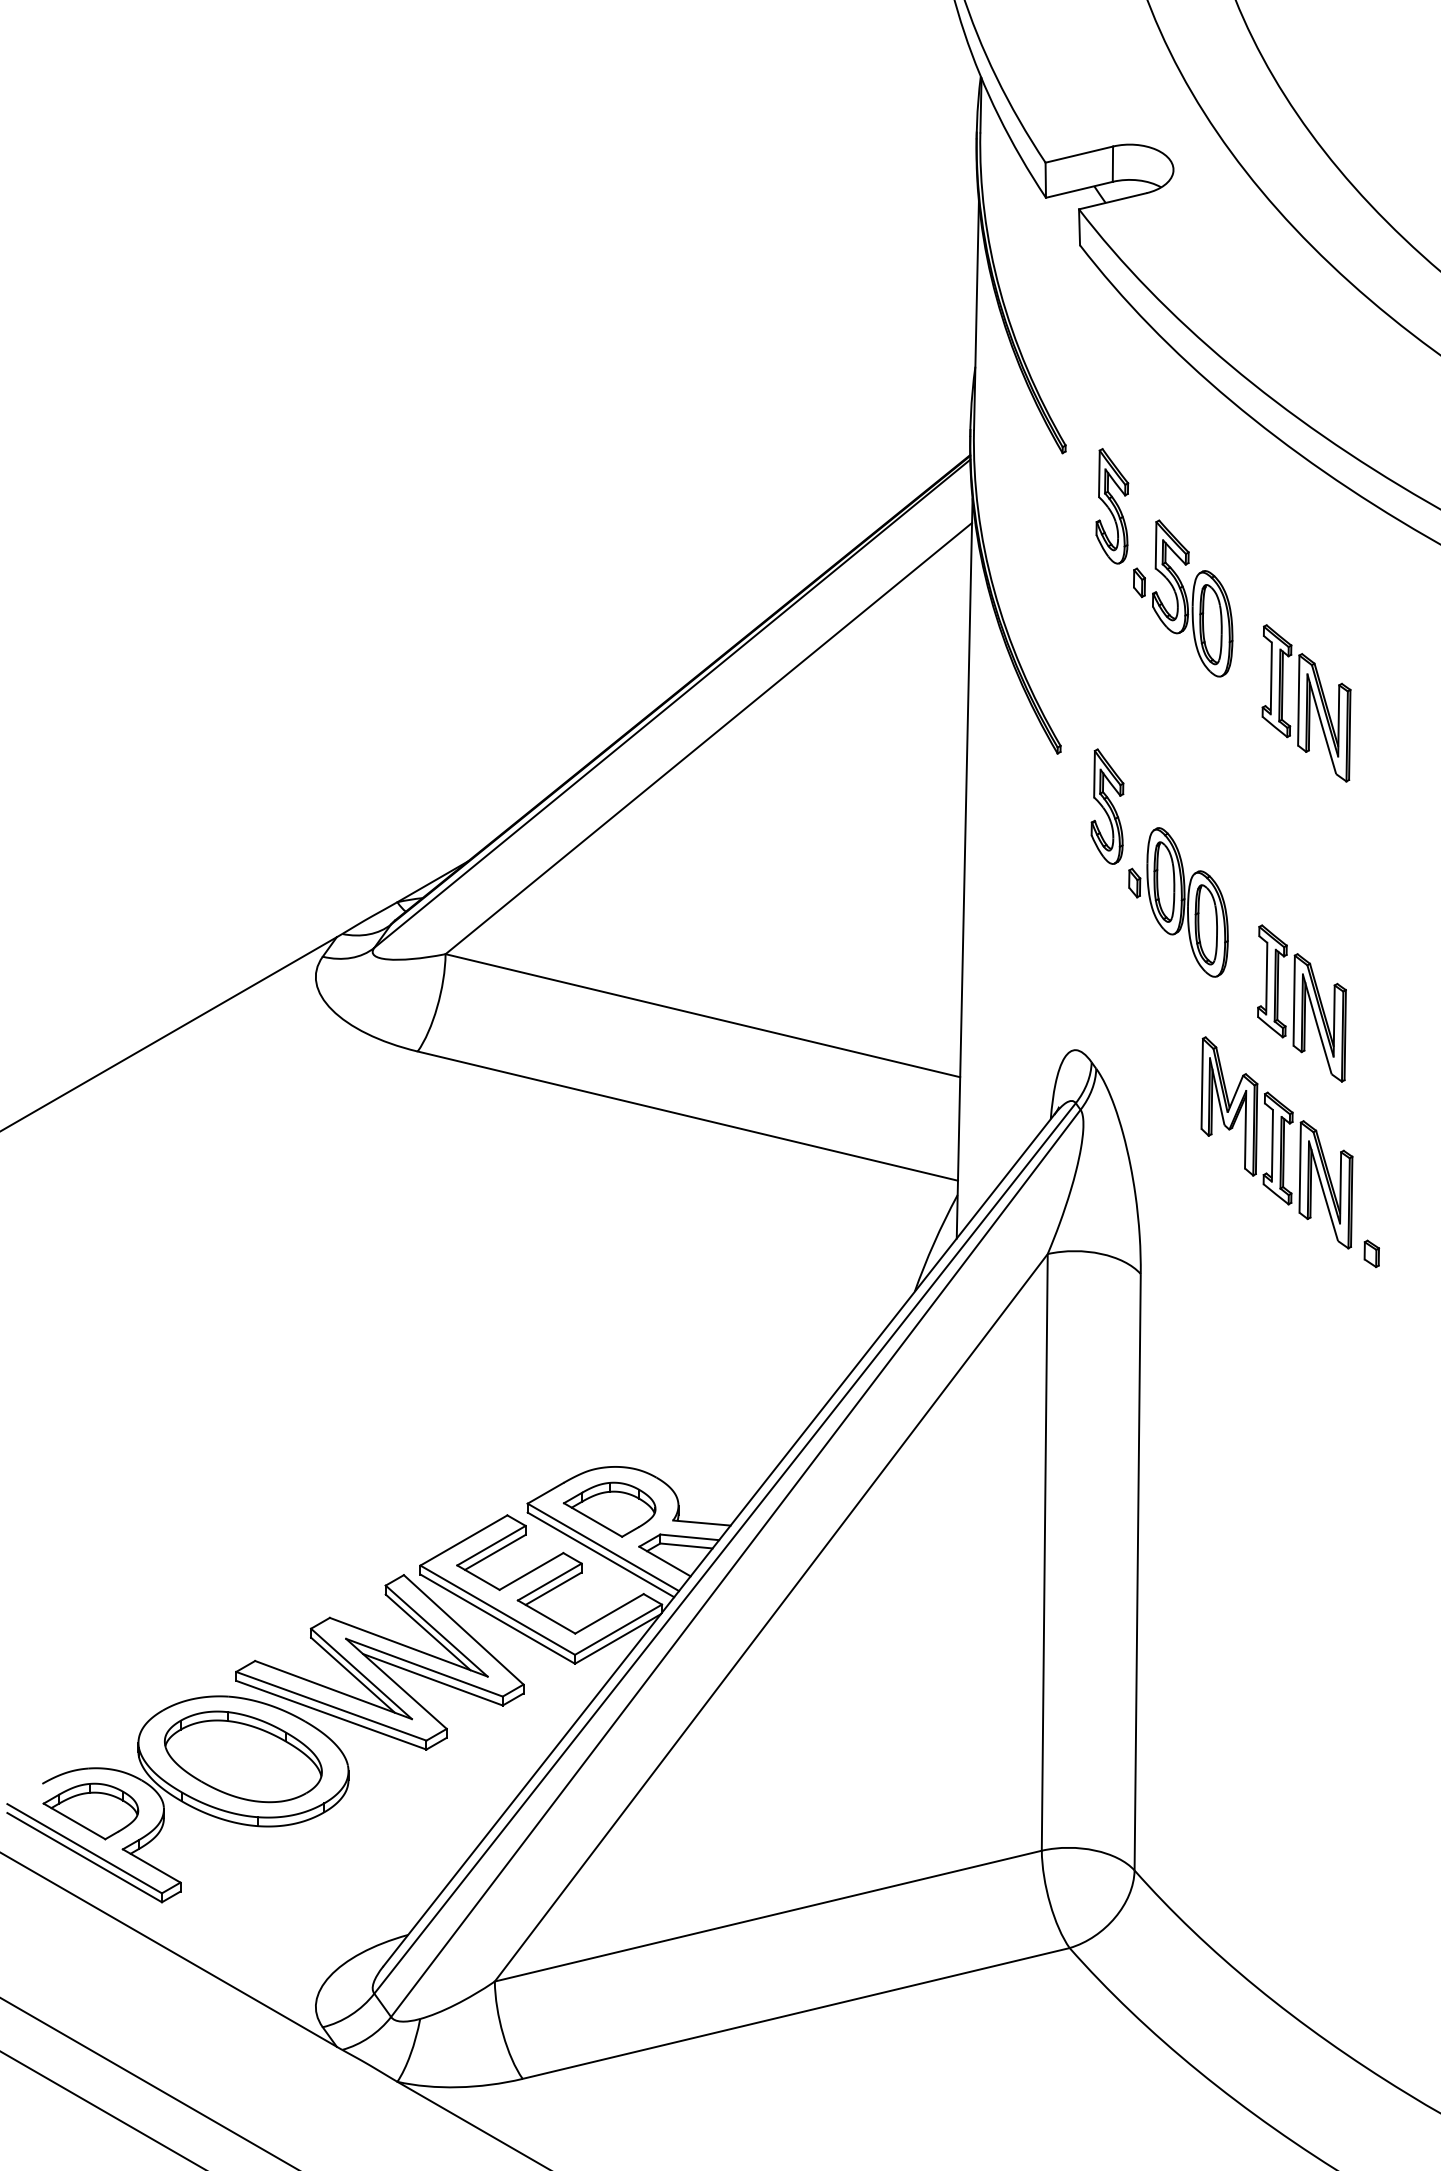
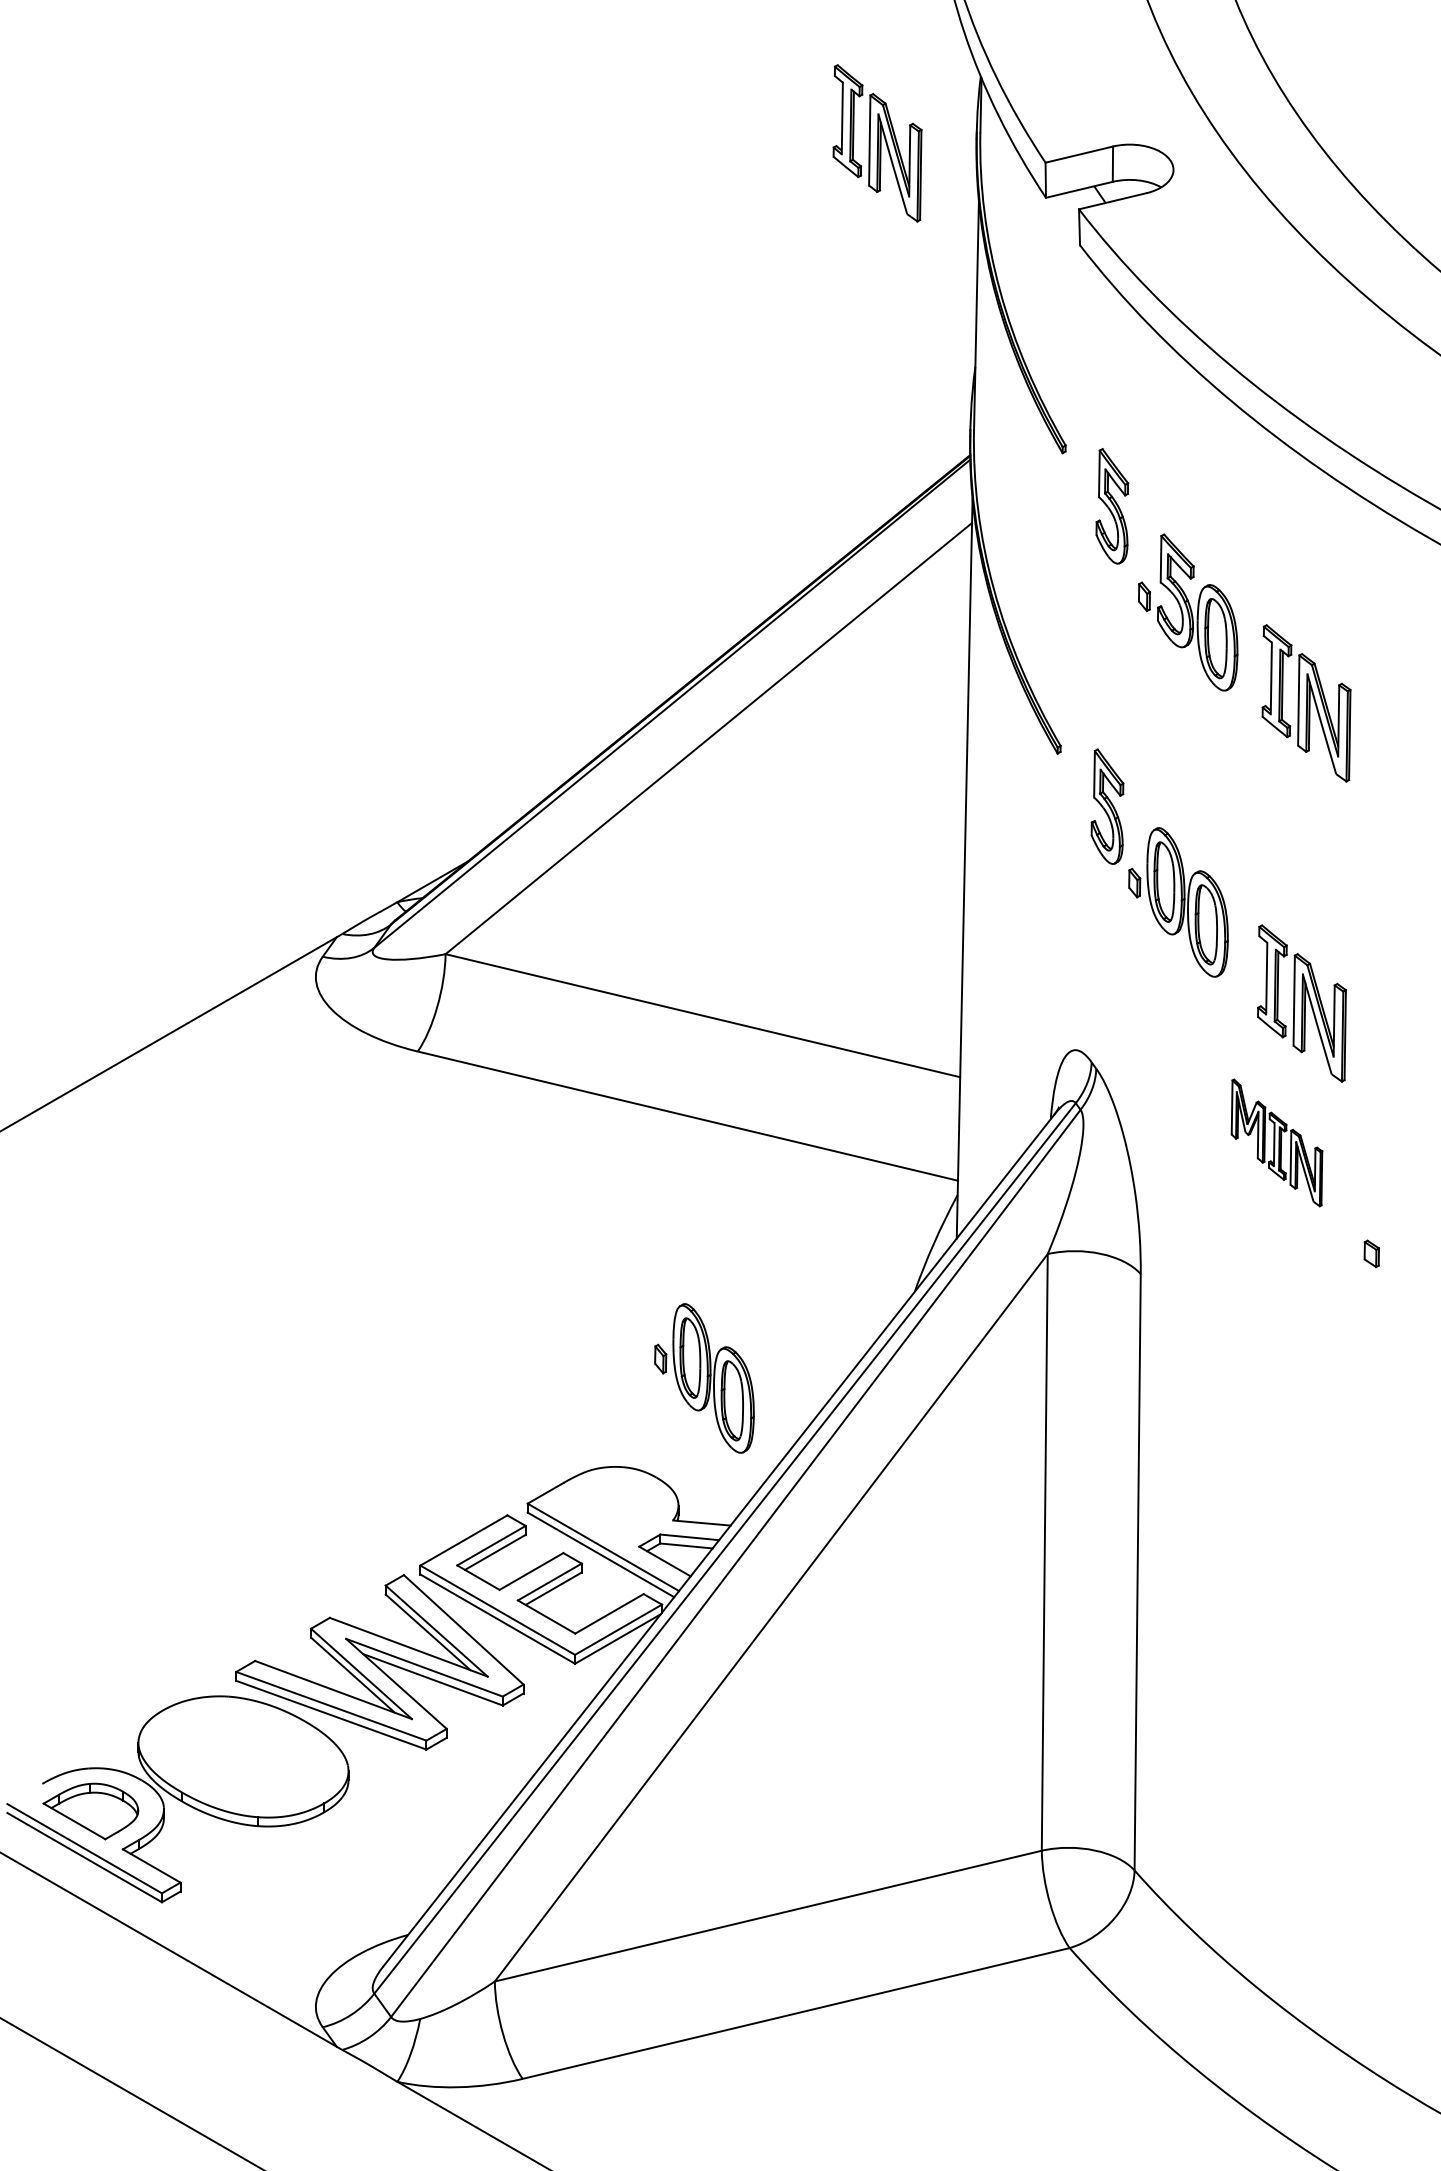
part at (877, 143): none -> present
part at (1183, 598) position: (1183, 598) -> (1188, 612)
part at (1276, 1142) size: 154x214 px -> 94x130 px
part at (704, 1378): none -> present
part at (609, 1509): present -> none
part at (243, 1756): present -> none
line at (148, 2082) position: (148, 2082) -> (130, 2093)
line at (102, 2109): present -> none
